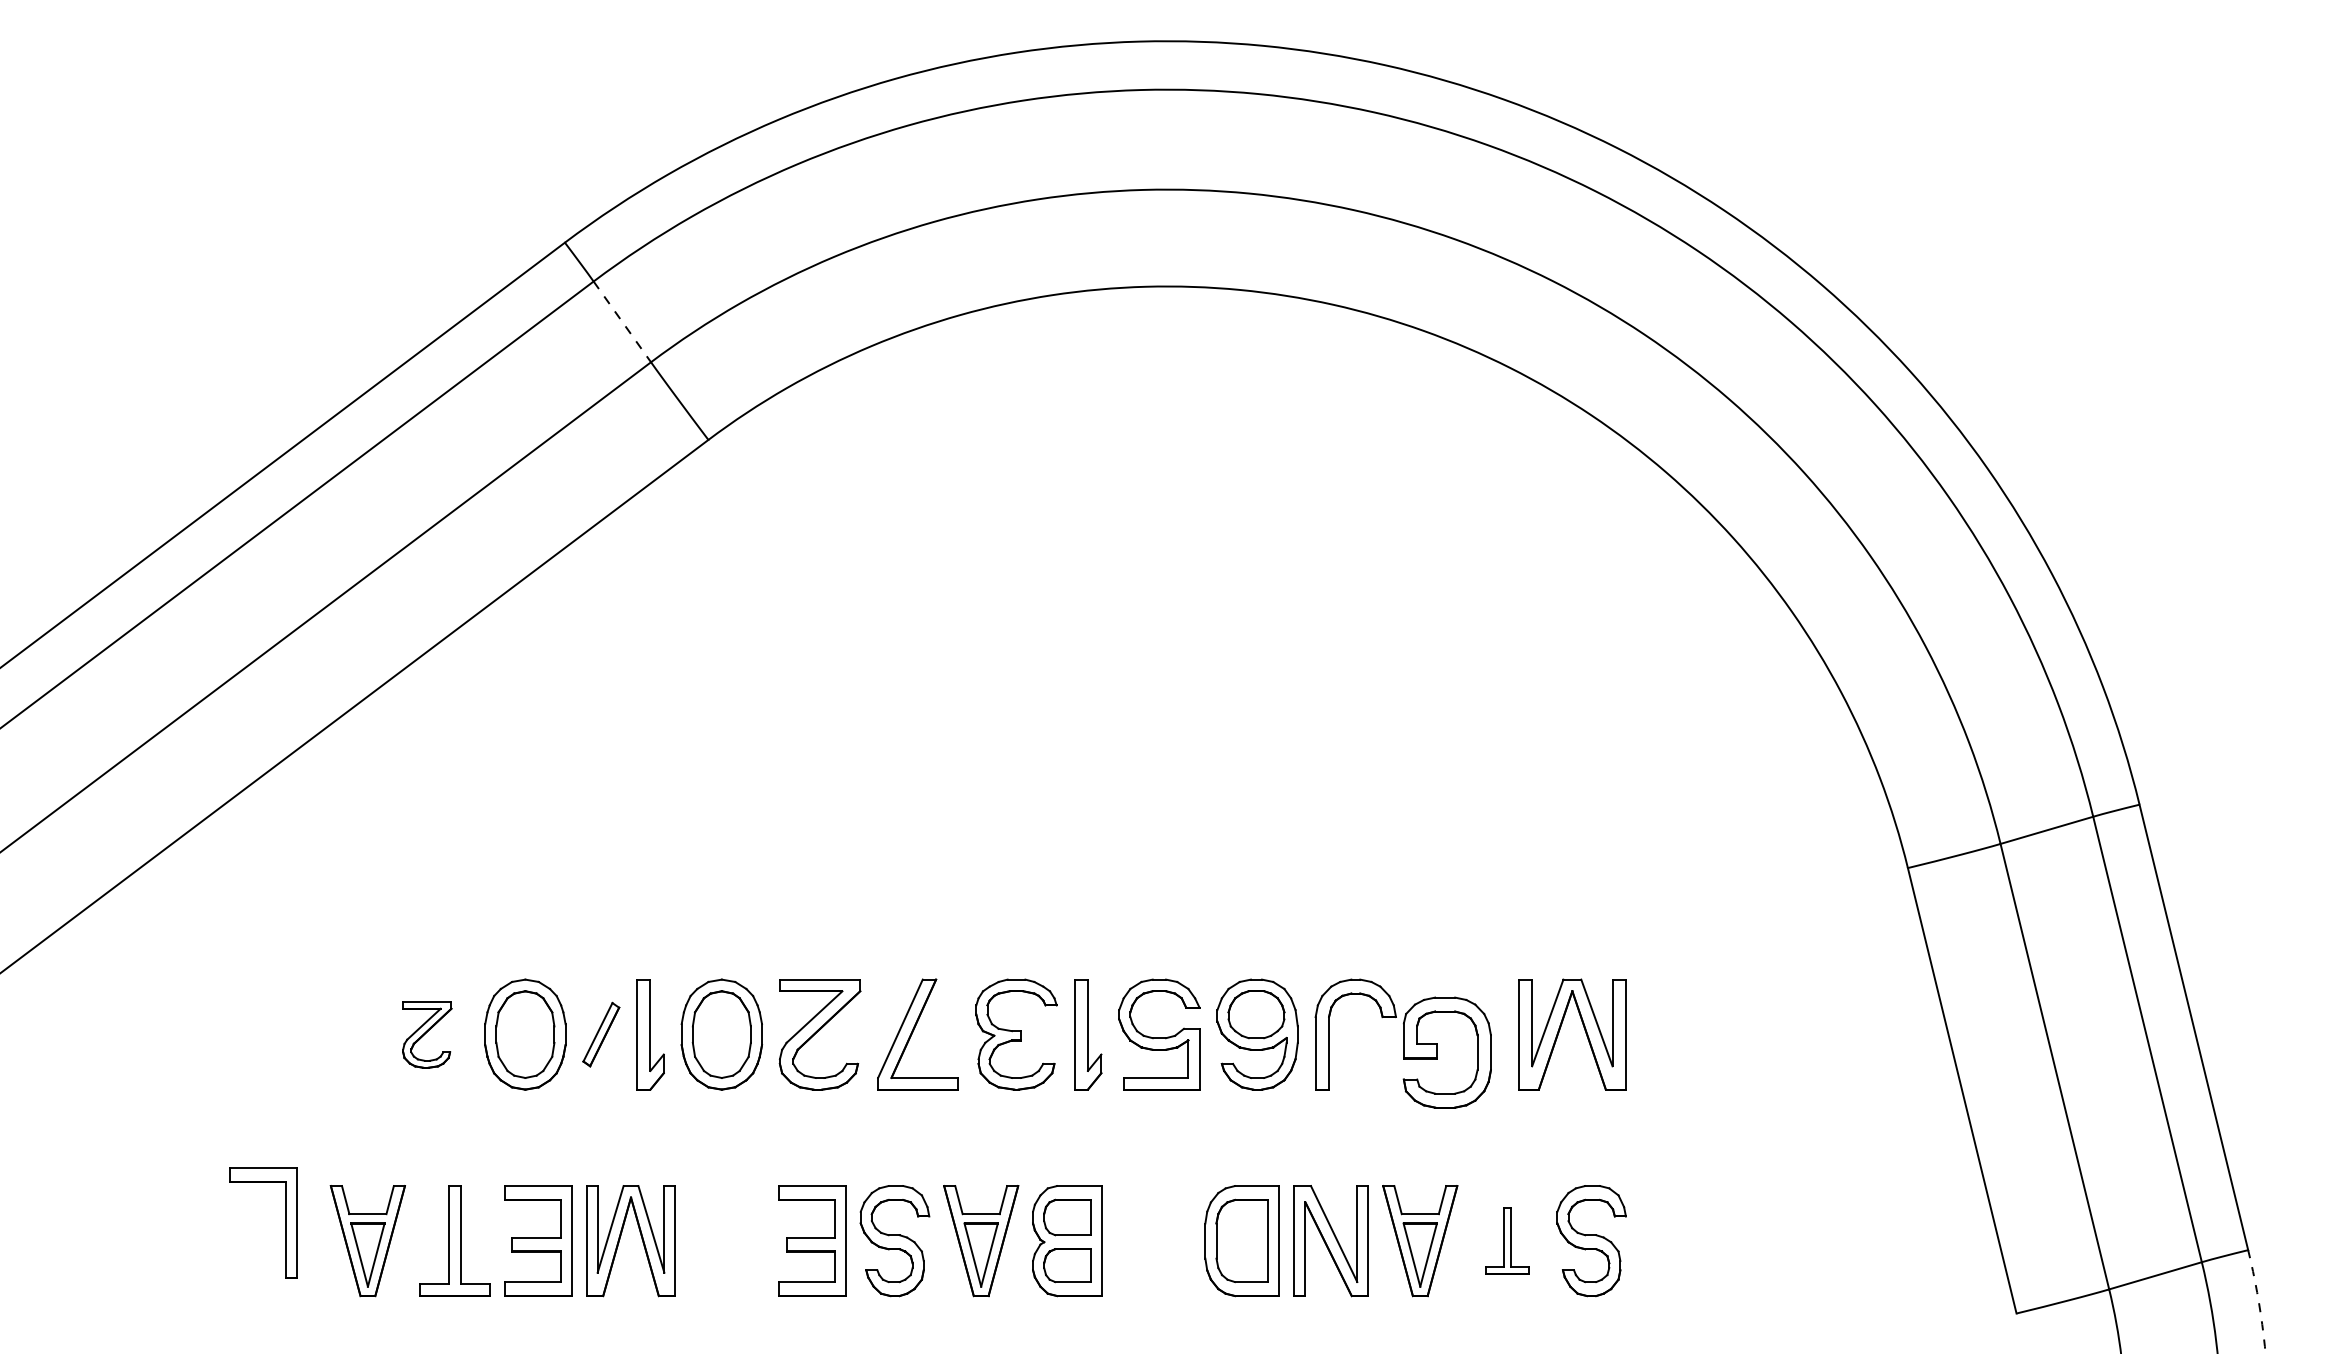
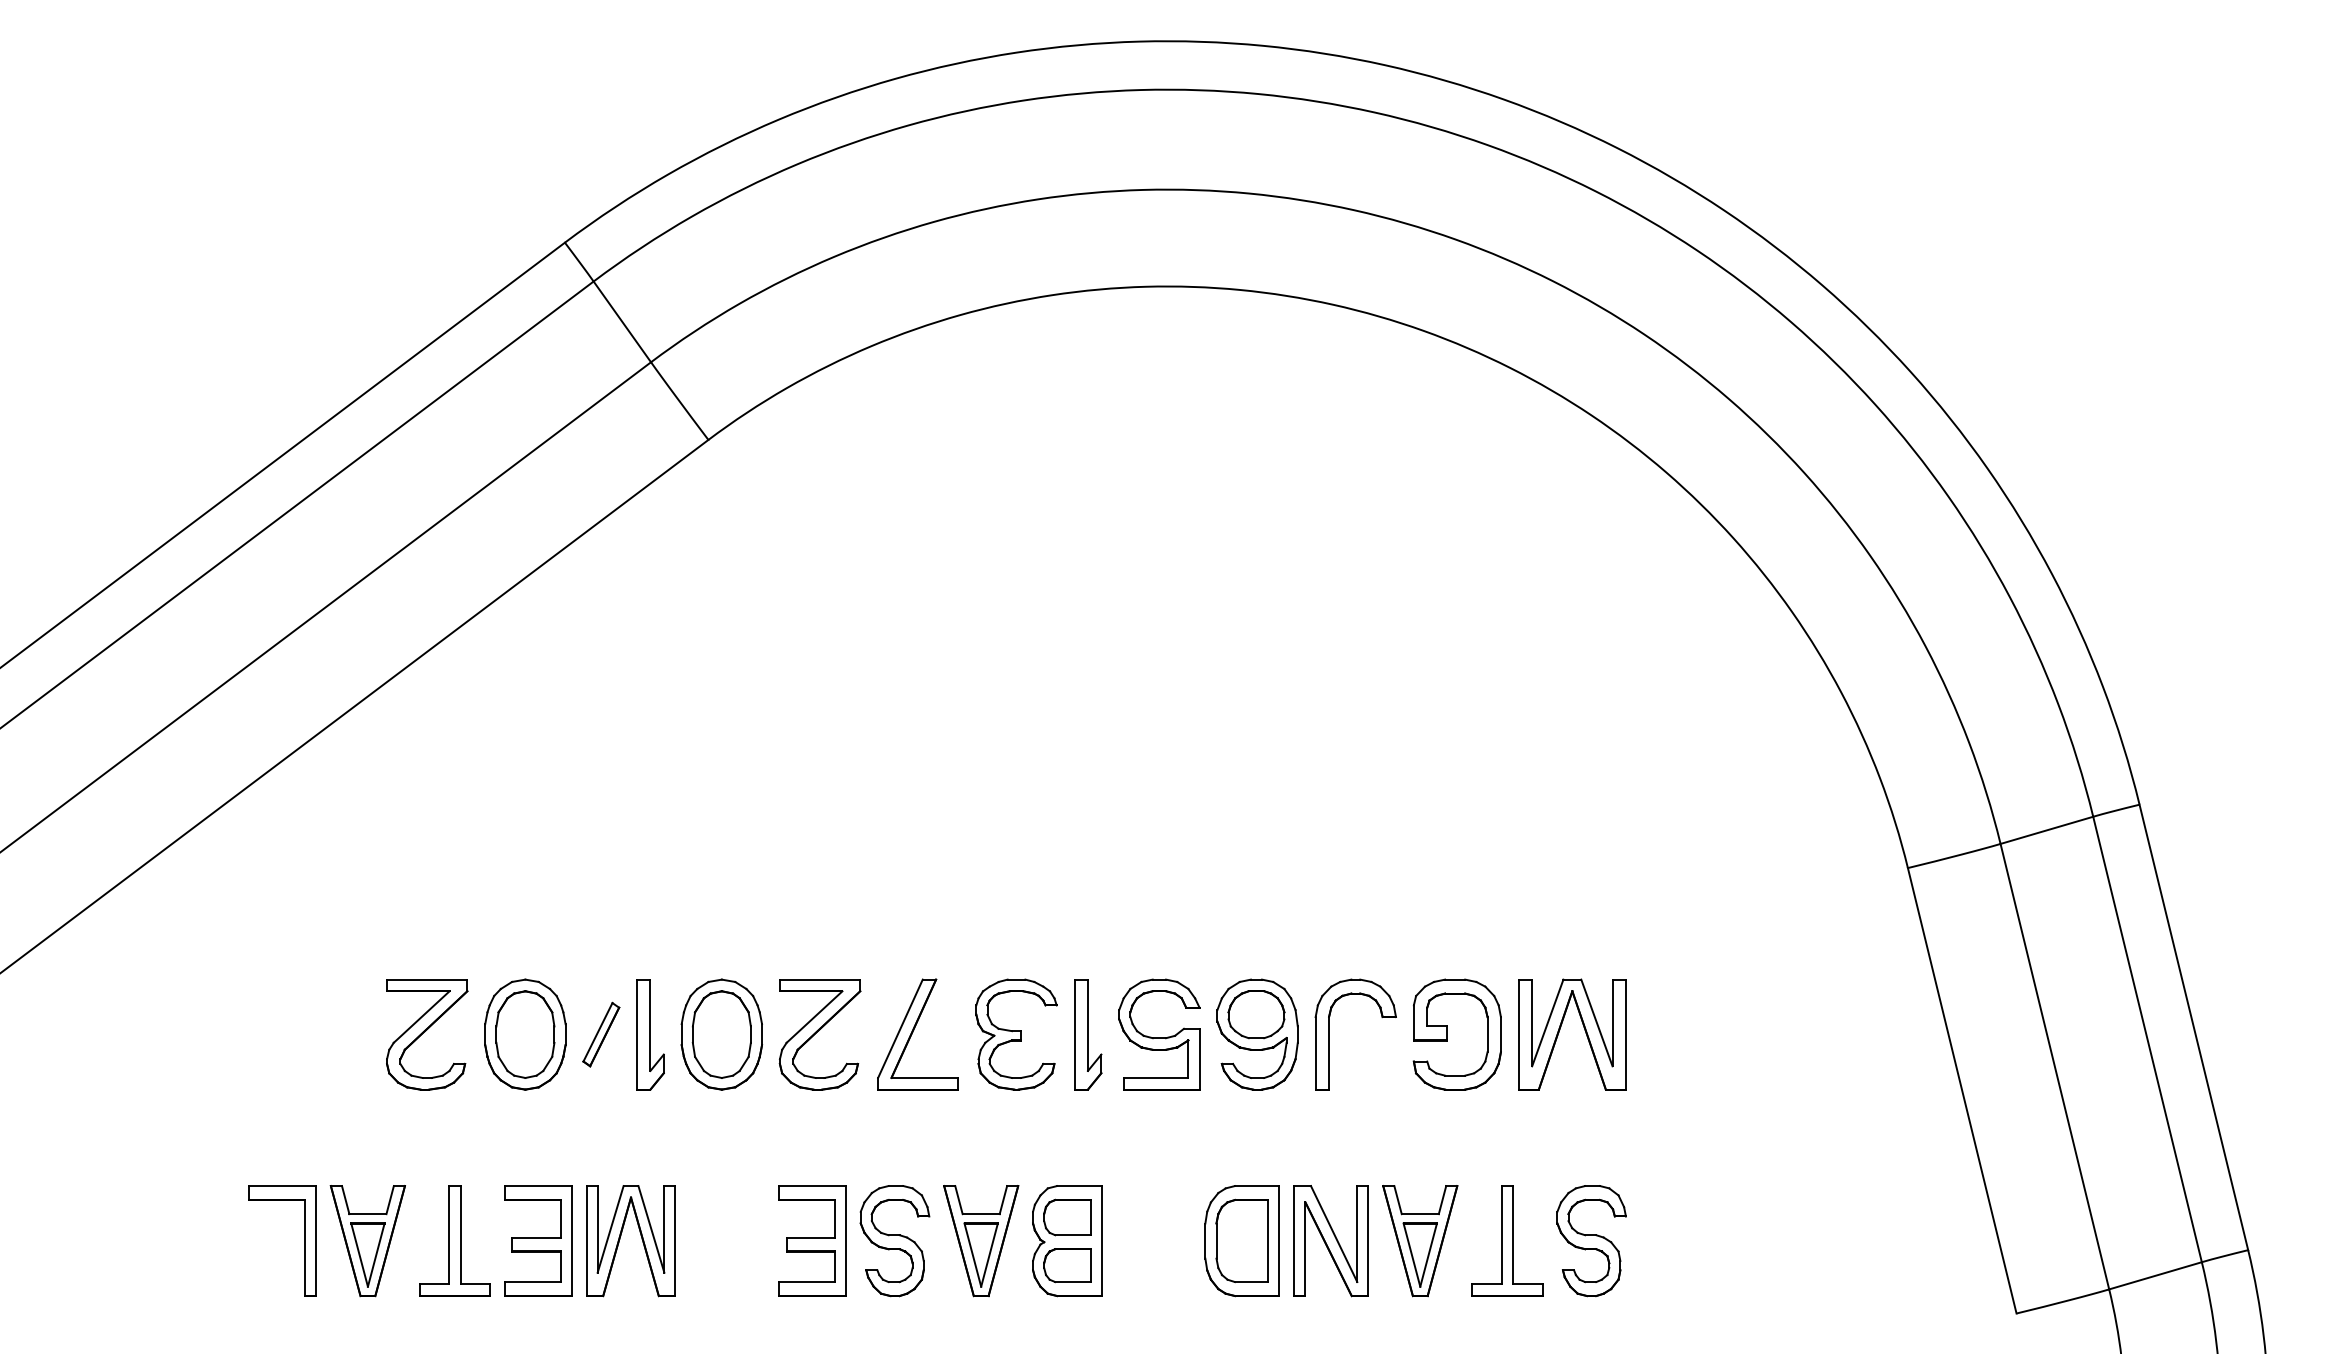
line at (622, 321): dashed -> solid
part at (427, 1034) size: 51x68 px -> 83x112 px
part at (1437, 1052) position: (1437, 1052) -> (1447, 1034)
part at (285, 1222) position: (285, 1222) -> (304, 1240)
part at (1507, 1240) size: 45x68 px -> 73x112 px
arc at (2258, 1301): dashed -> solid
